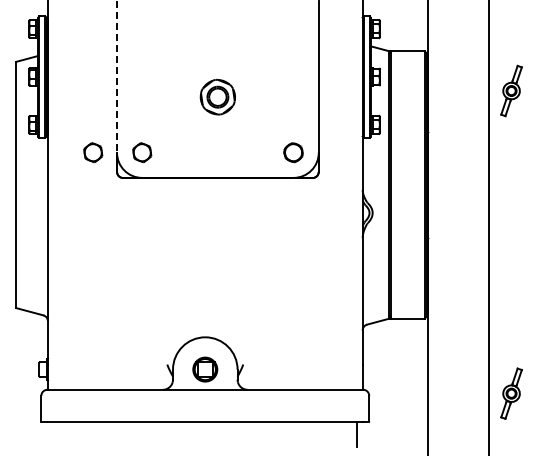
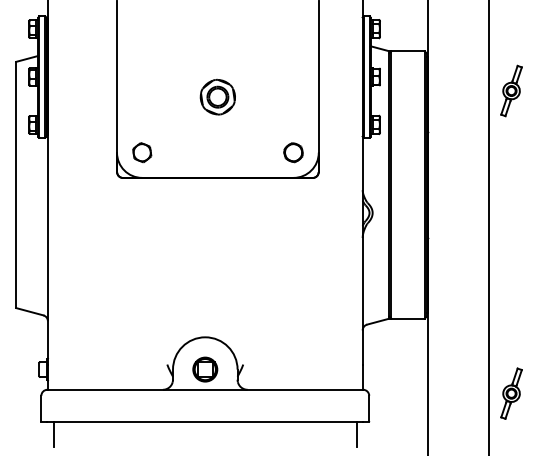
line at (117, 77): dashed -> solid
part at (93, 152): present -> none
line at (53, 434): none -> present
